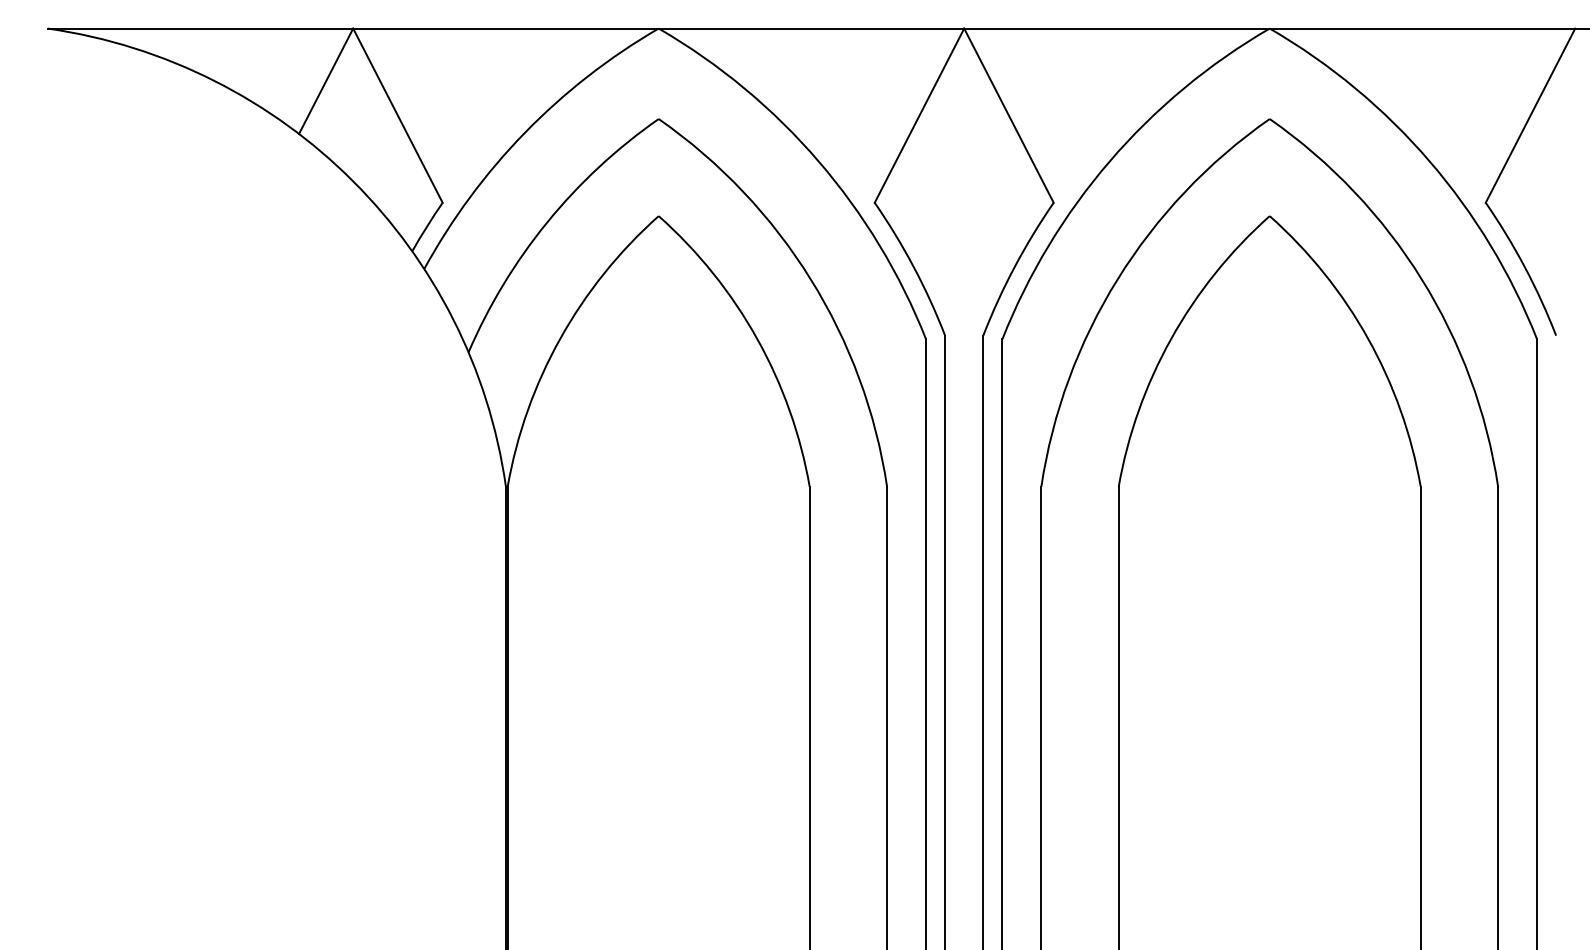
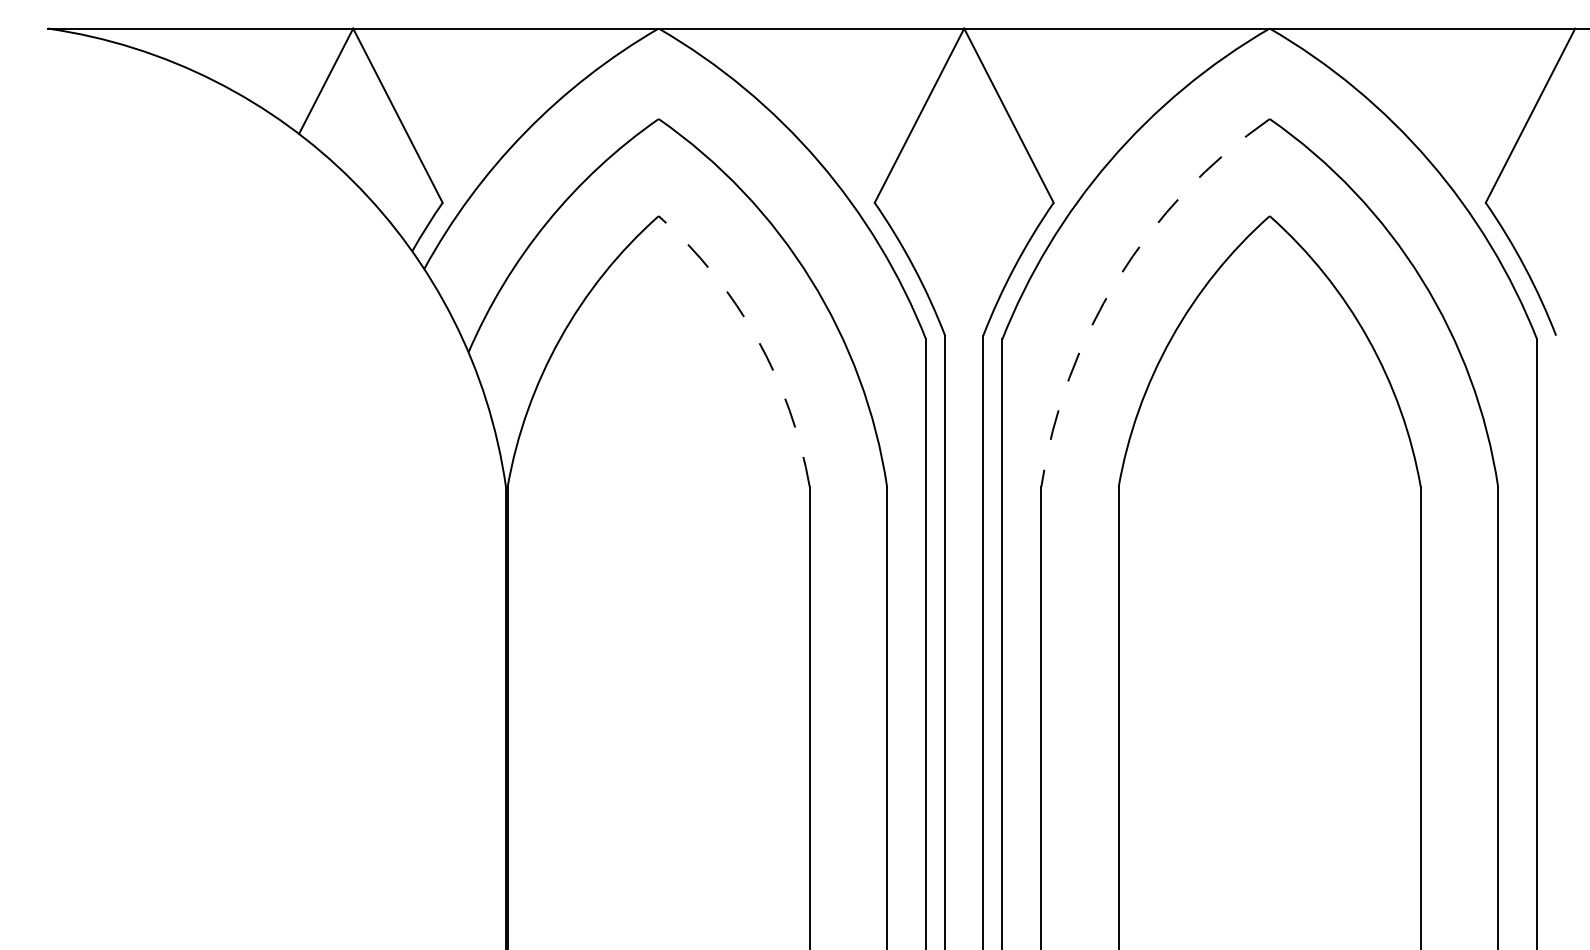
arc at (1117, 279): solid -> dashed
arc at (757, 338): solid -> dashed
